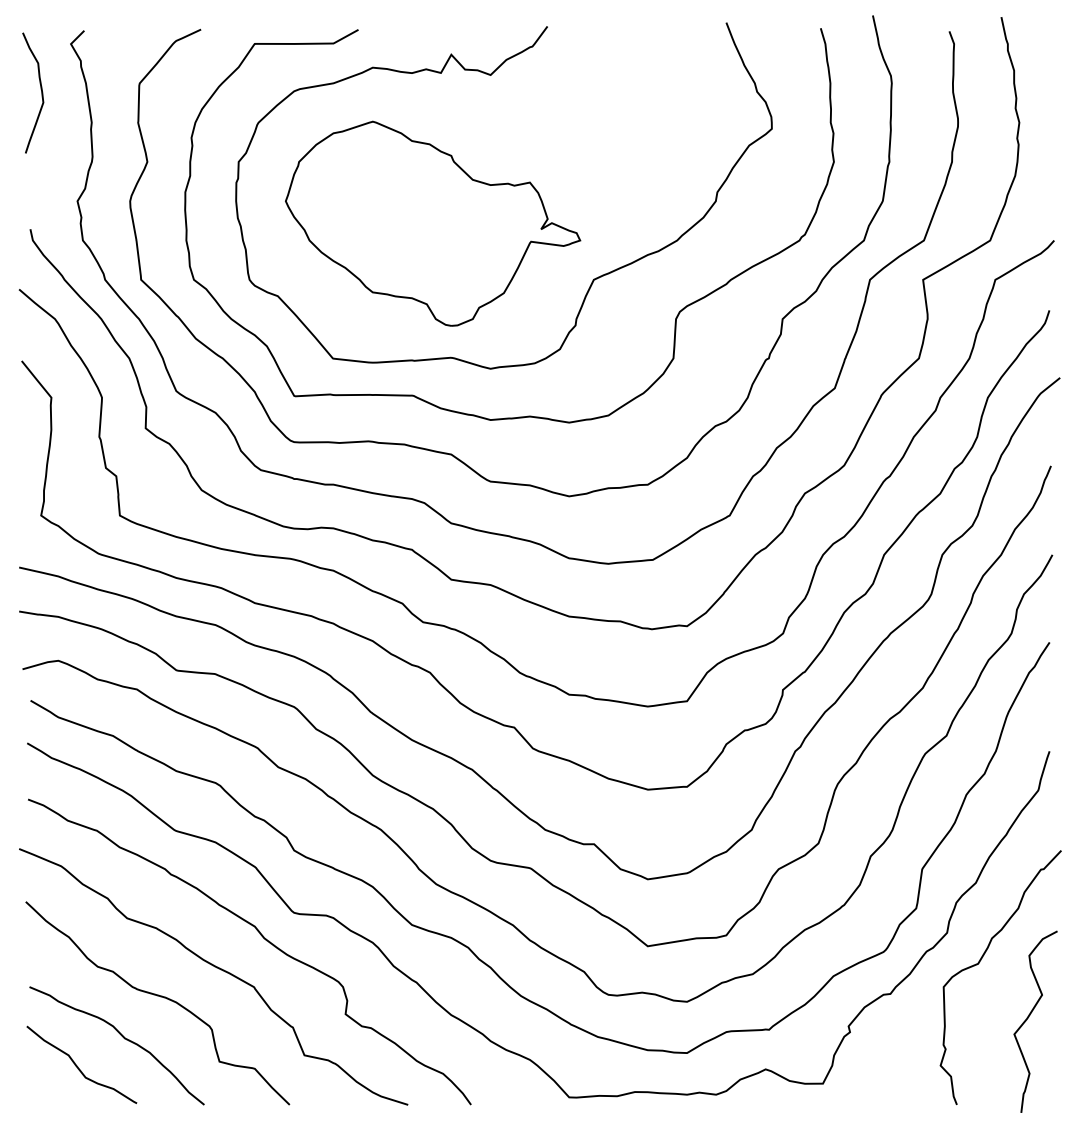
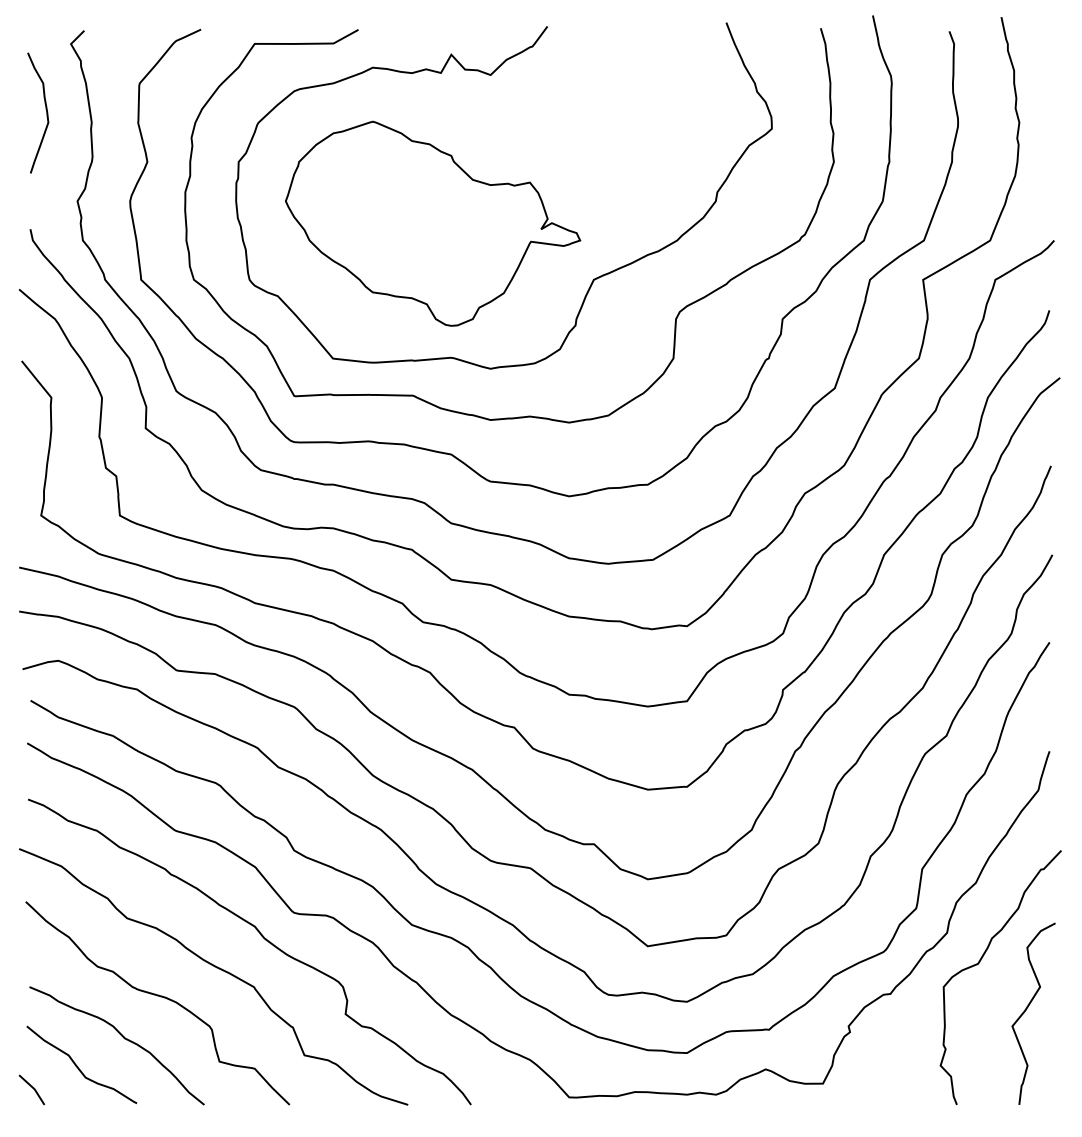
curve at (40, 89) position: (40, 89) -> (45, 109)
curve at (1029, 1017) position: (1029, 1017) -> (1027, 1009)
line at (32, 1088): none -> present
